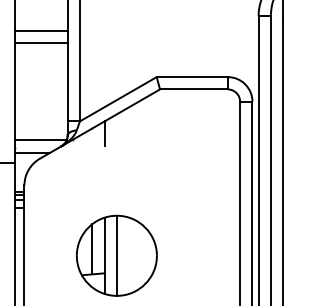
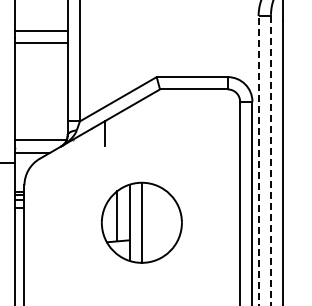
line at (258, 160): solid -> dashed
line at (270, 160): solid -> dashed
part at (116, 255) position: (116, 255) -> (141, 222)
